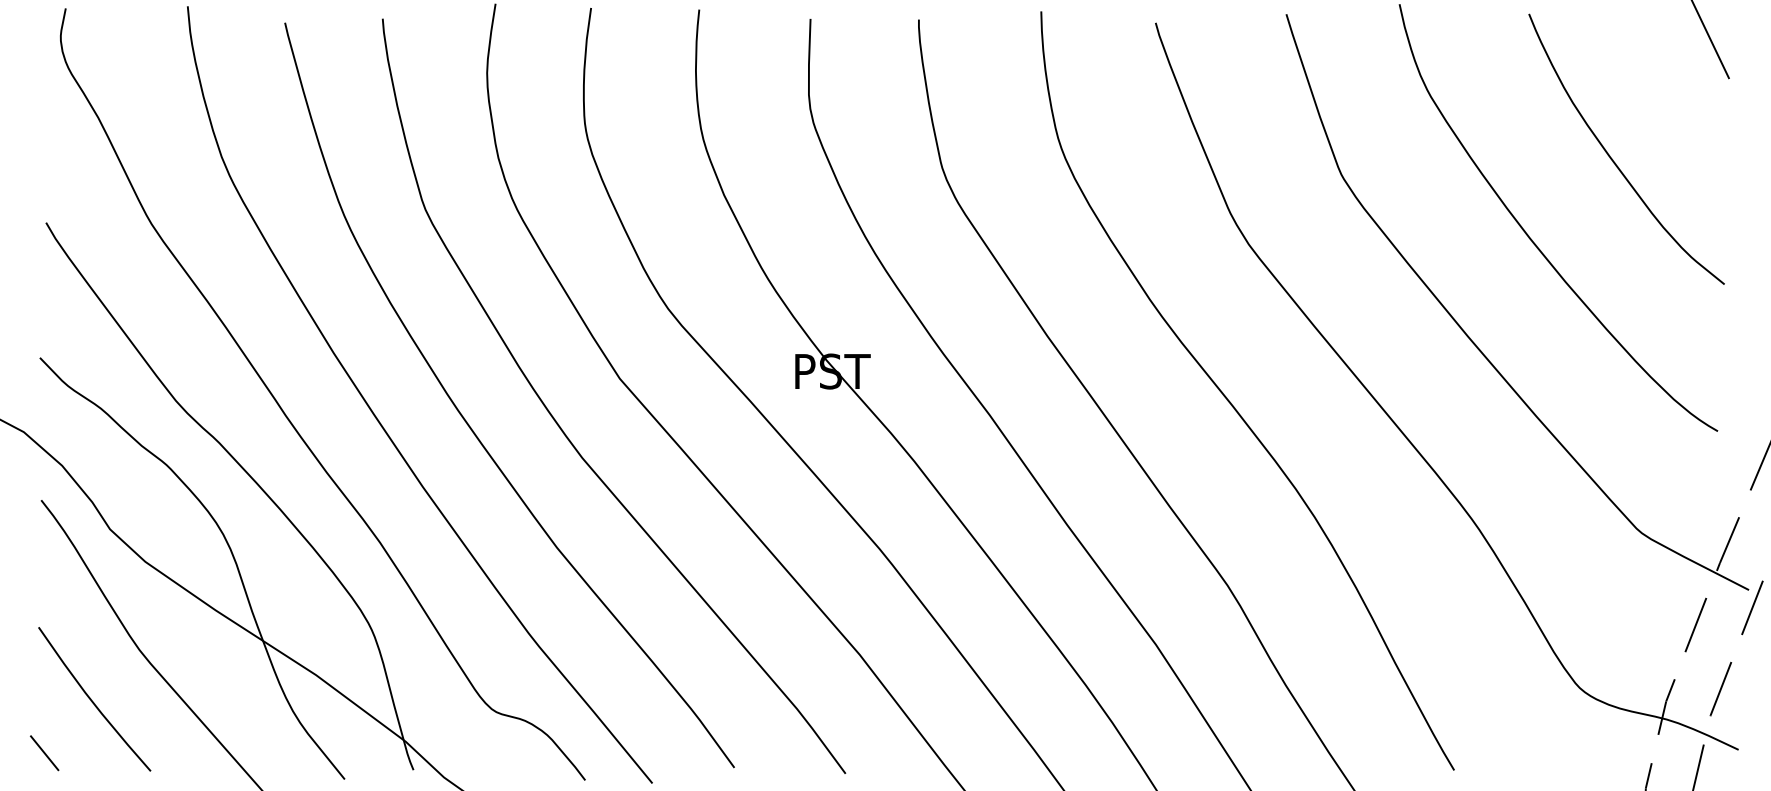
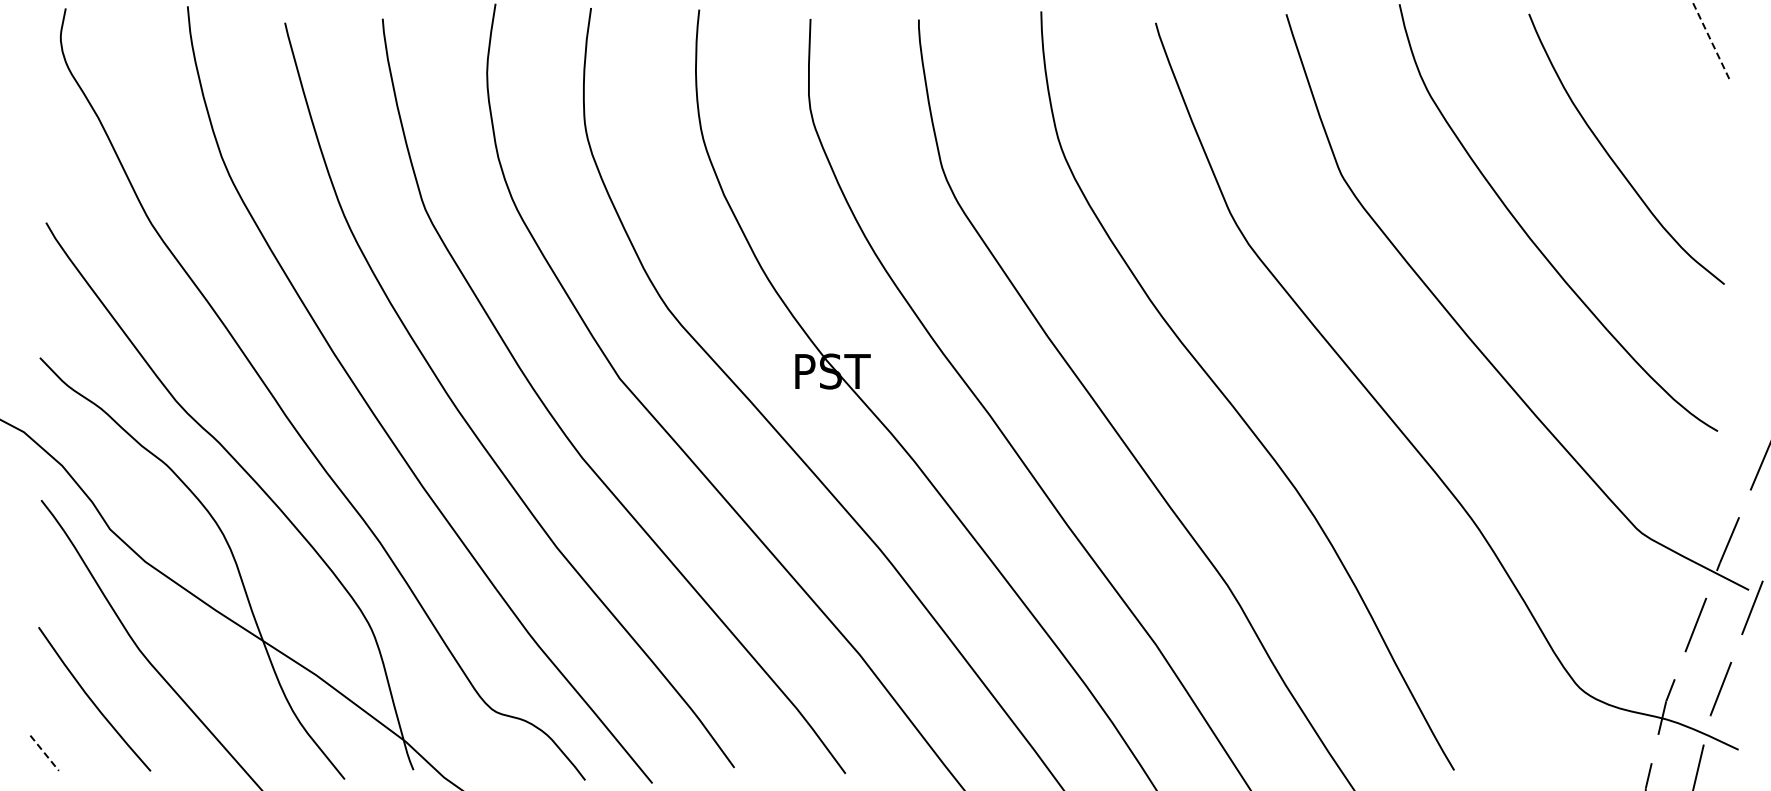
line at (1710, 39): solid -> dashed
line at (44, 753): solid -> dashed
